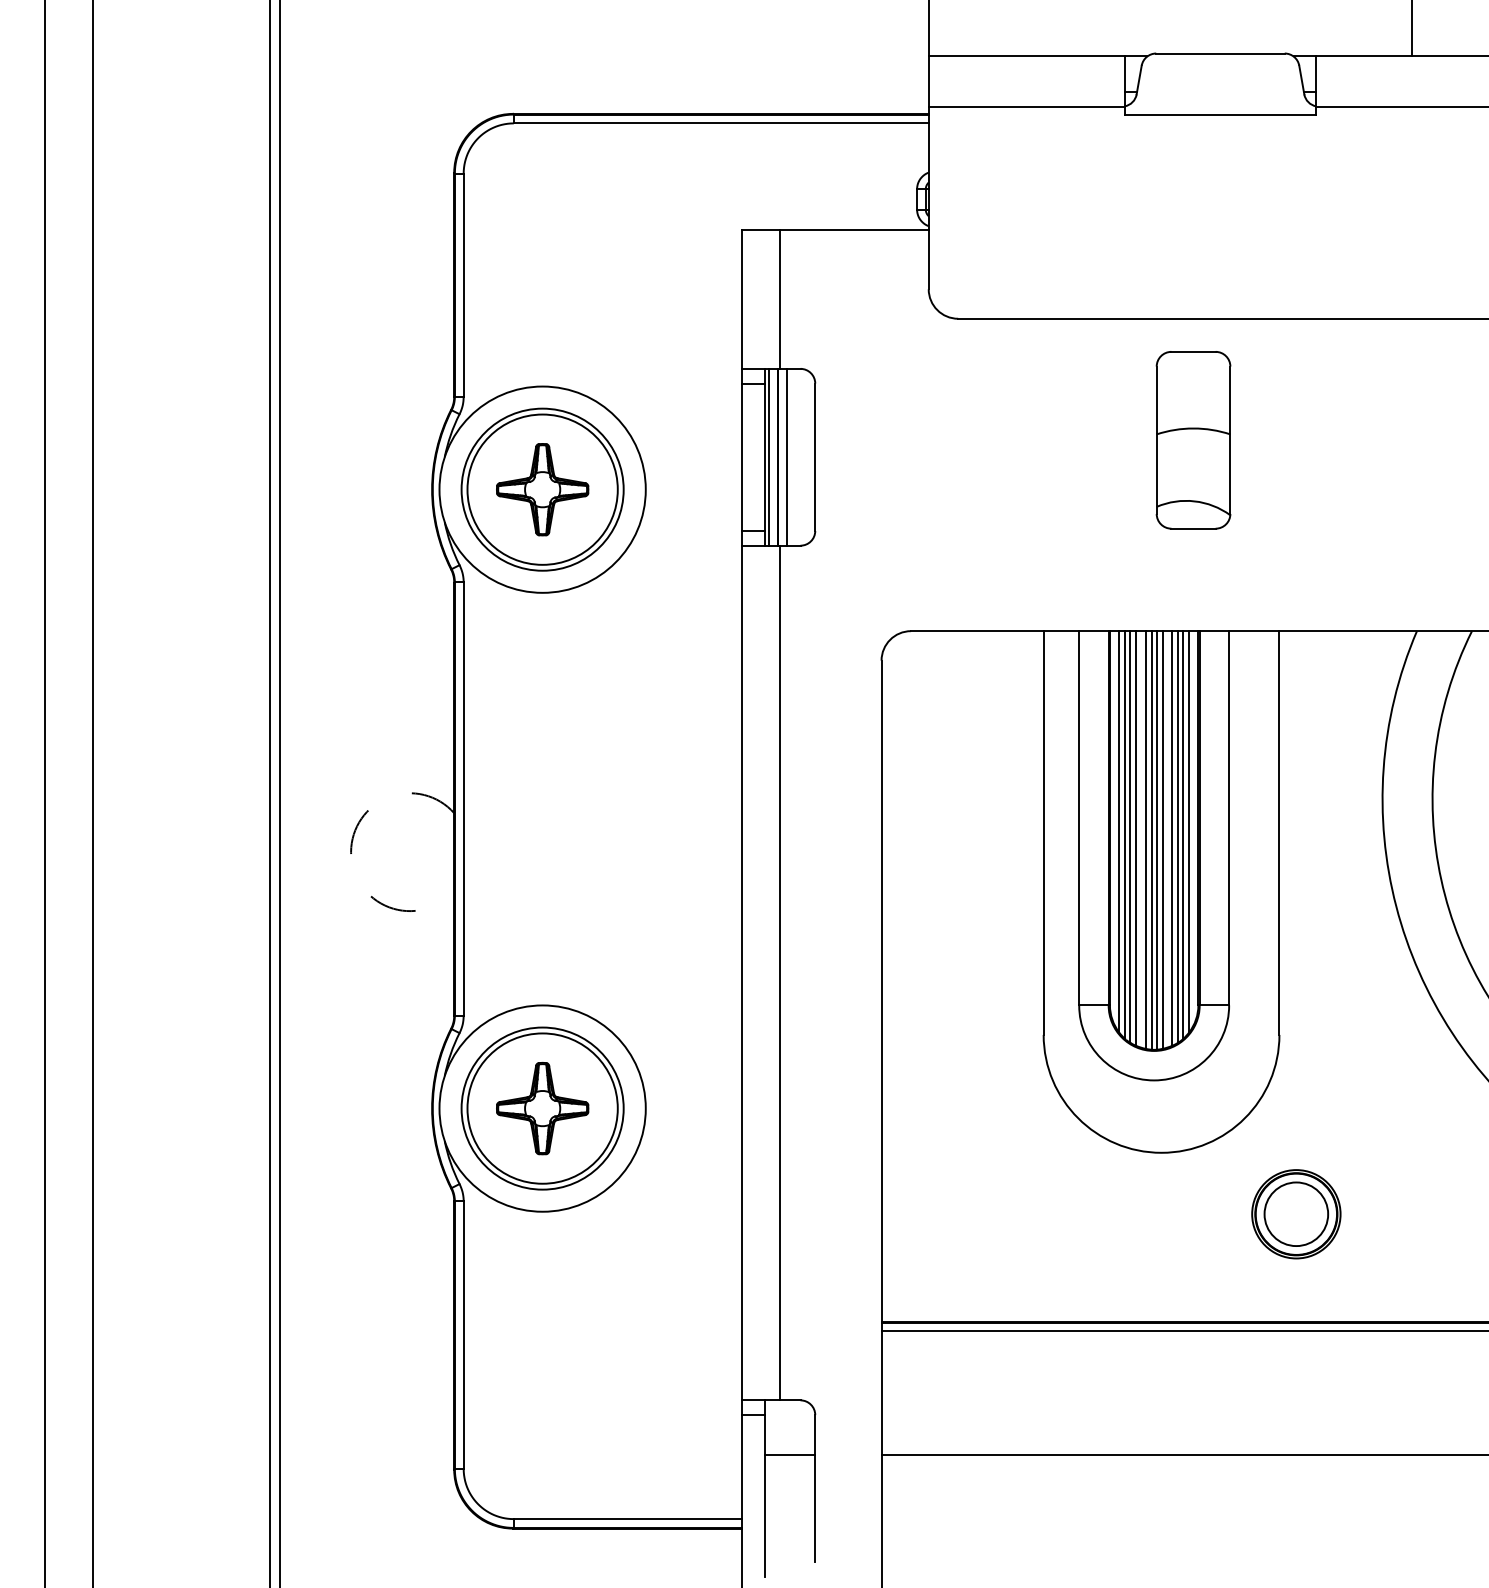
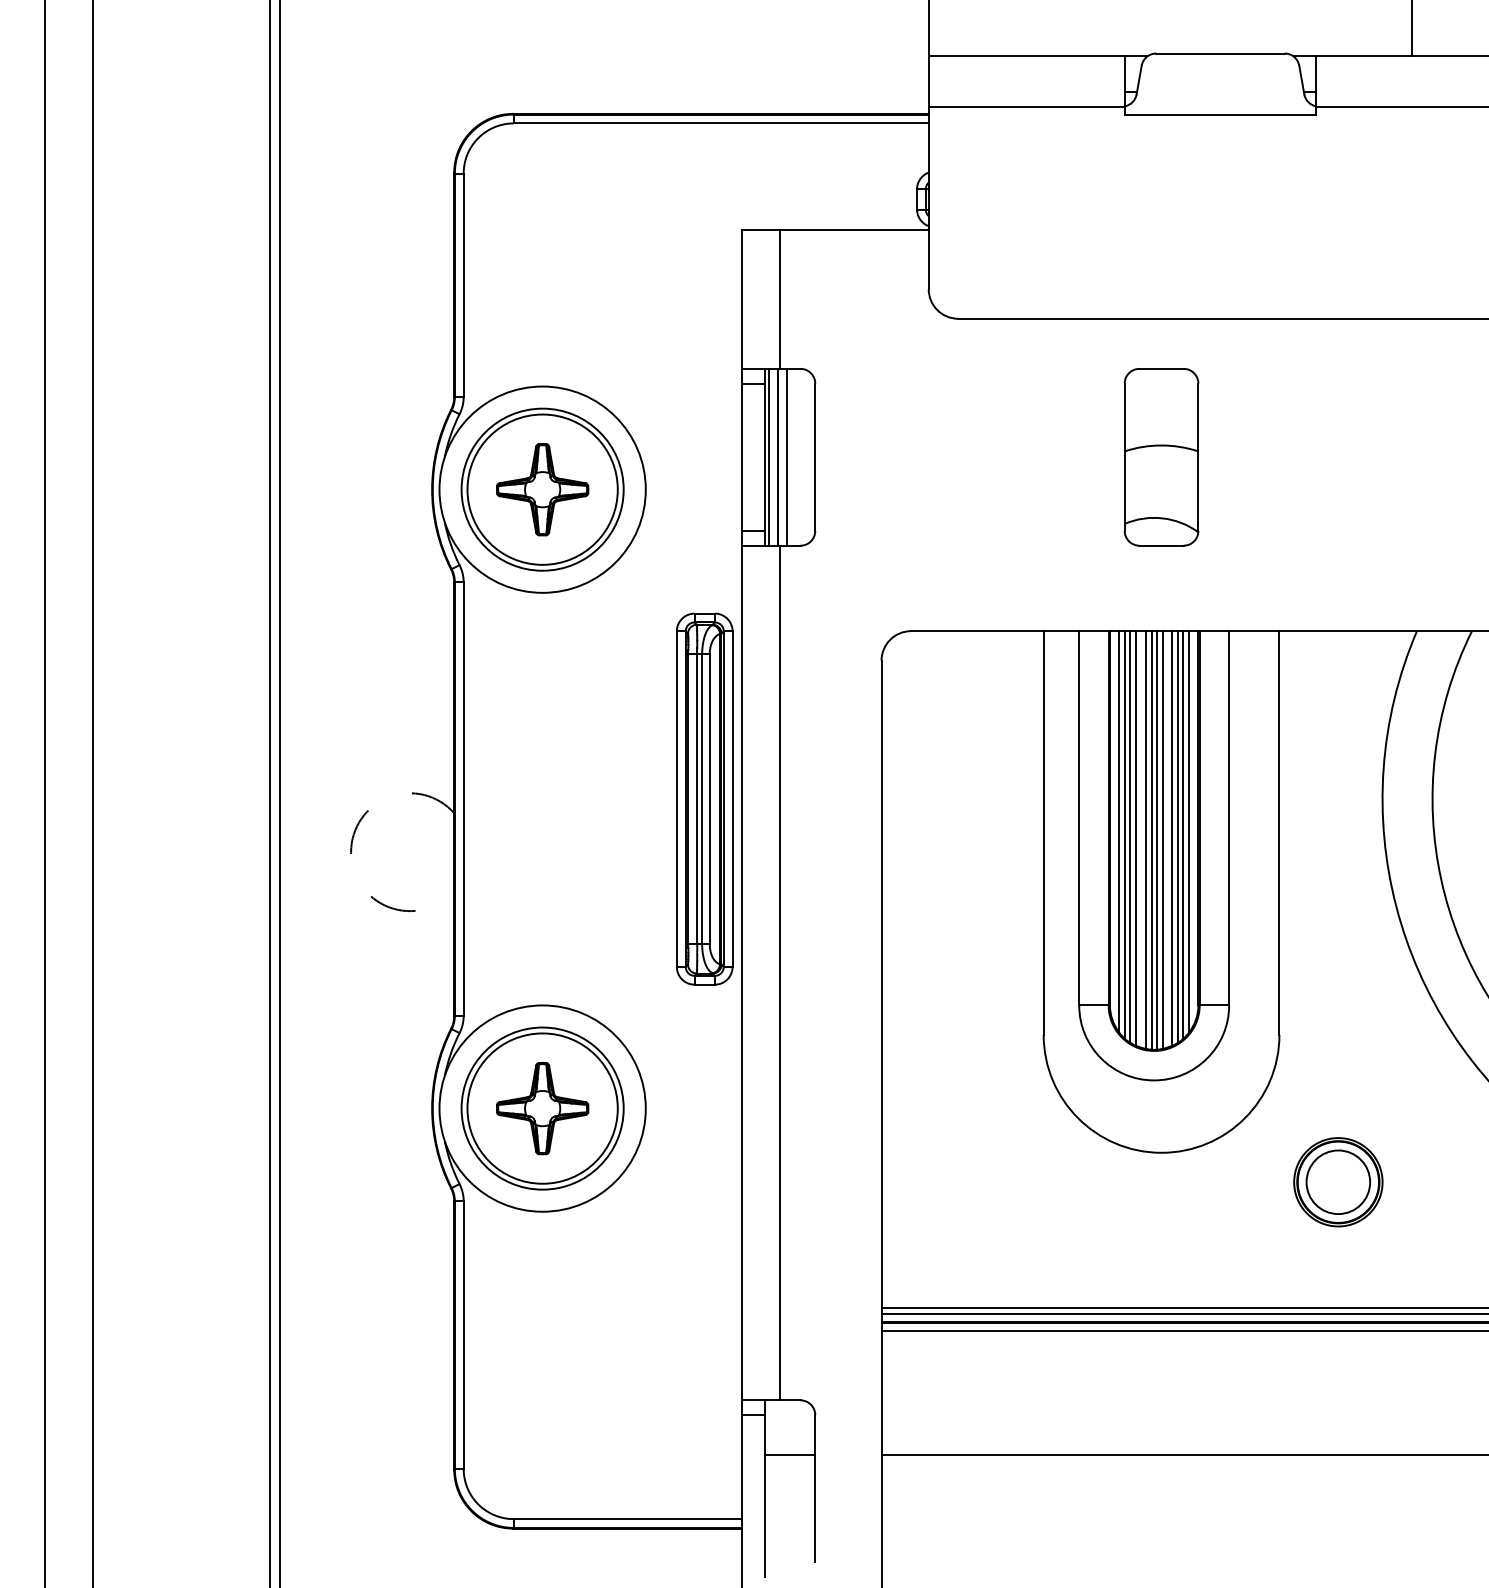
part at (1193, 440) position: (1193, 440) -> (1161, 457)
part at (704, 798): none -> present
part at (1296, 1214) position: (1296, 1214) -> (1338, 1182)
line at (1183, 1307): none -> present
line at (1183, 1313): none -> present
